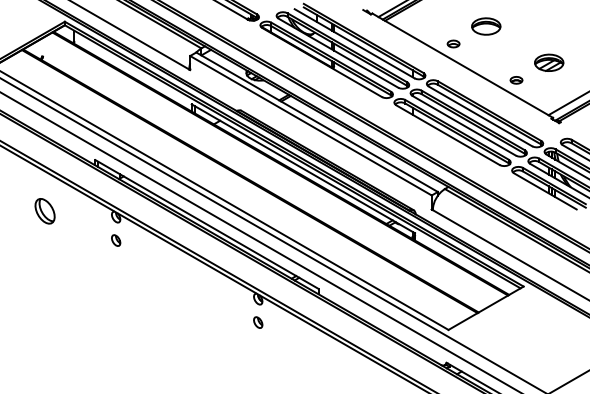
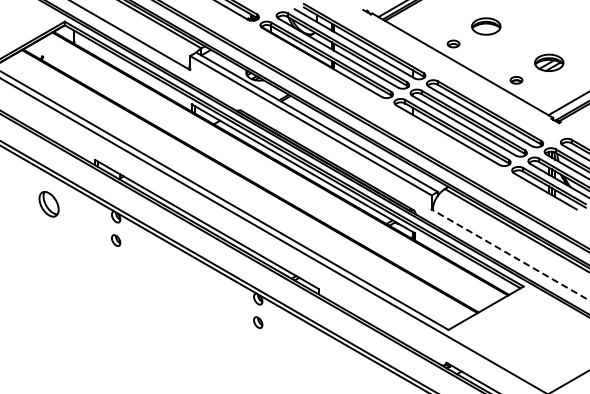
part at (44, 211) position: (44, 211) -> (48, 204)
line at (259, 241): present -> none
line at (510, 255): solid -> dashed
